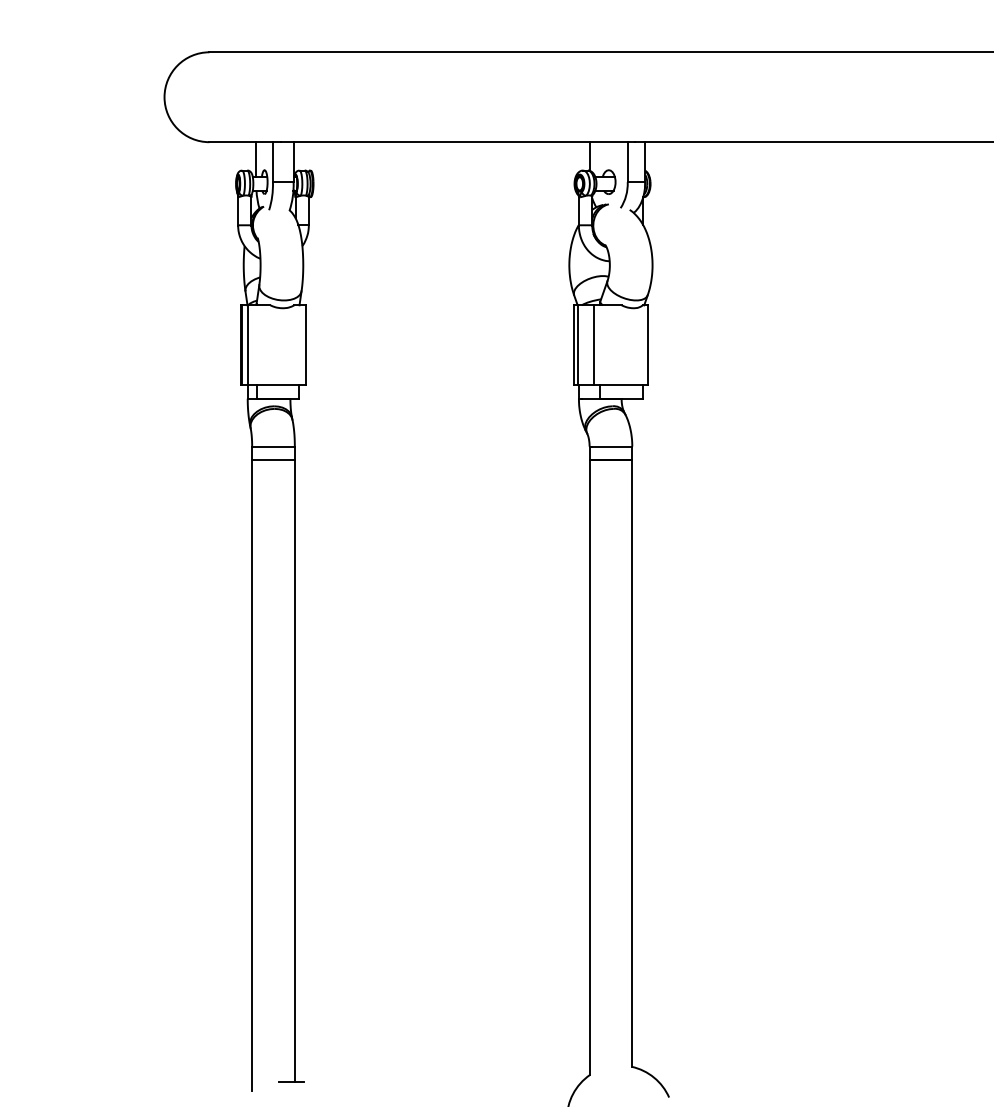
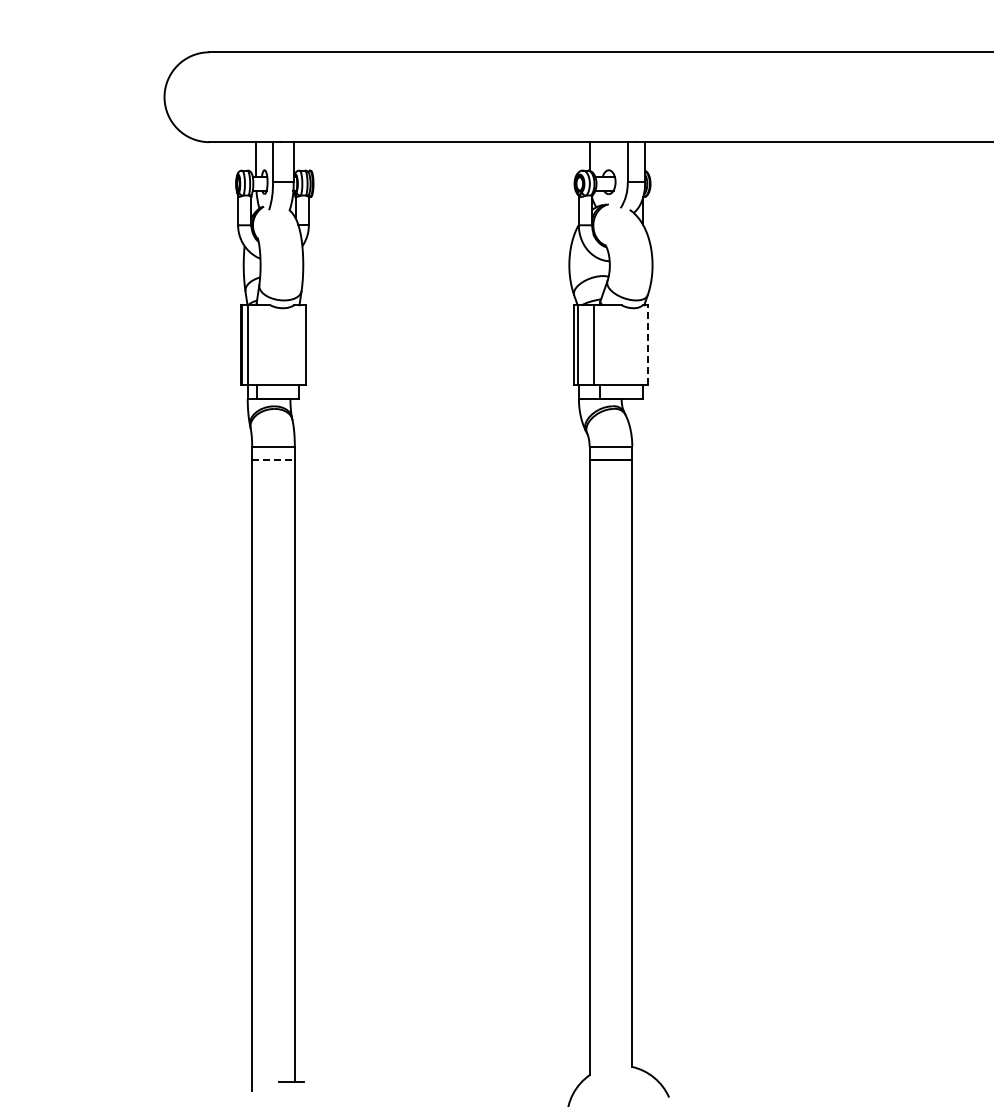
line at (648, 344): solid -> dashed
line at (274, 460): solid -> dashed
